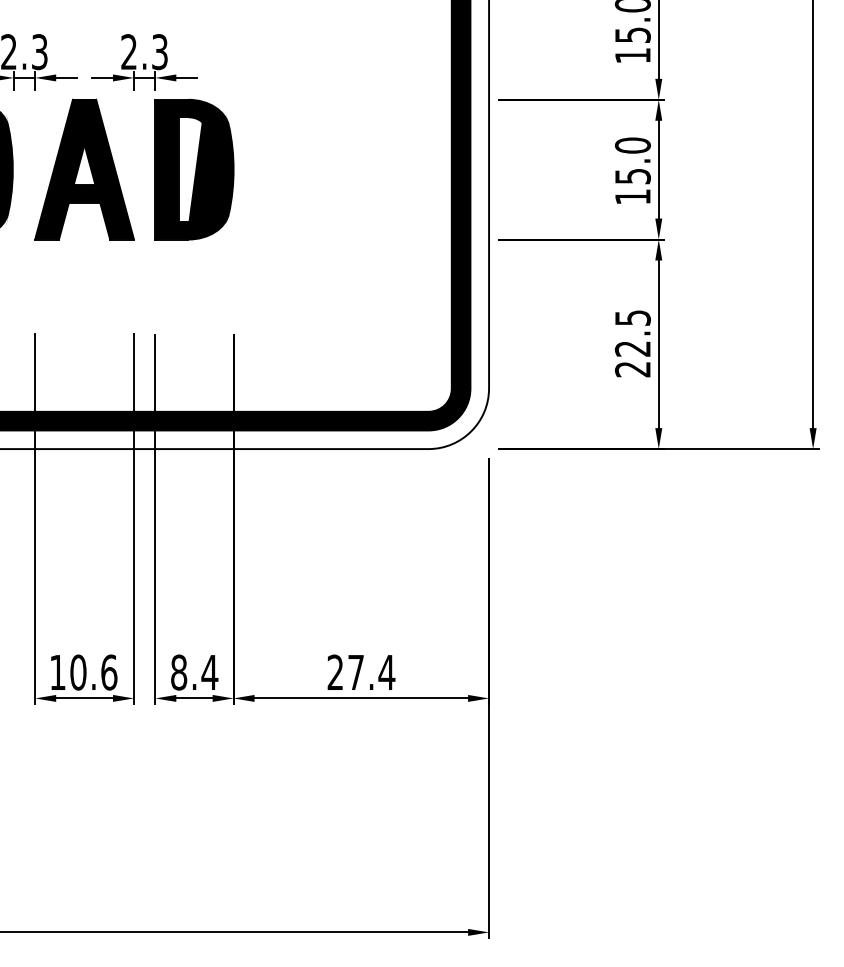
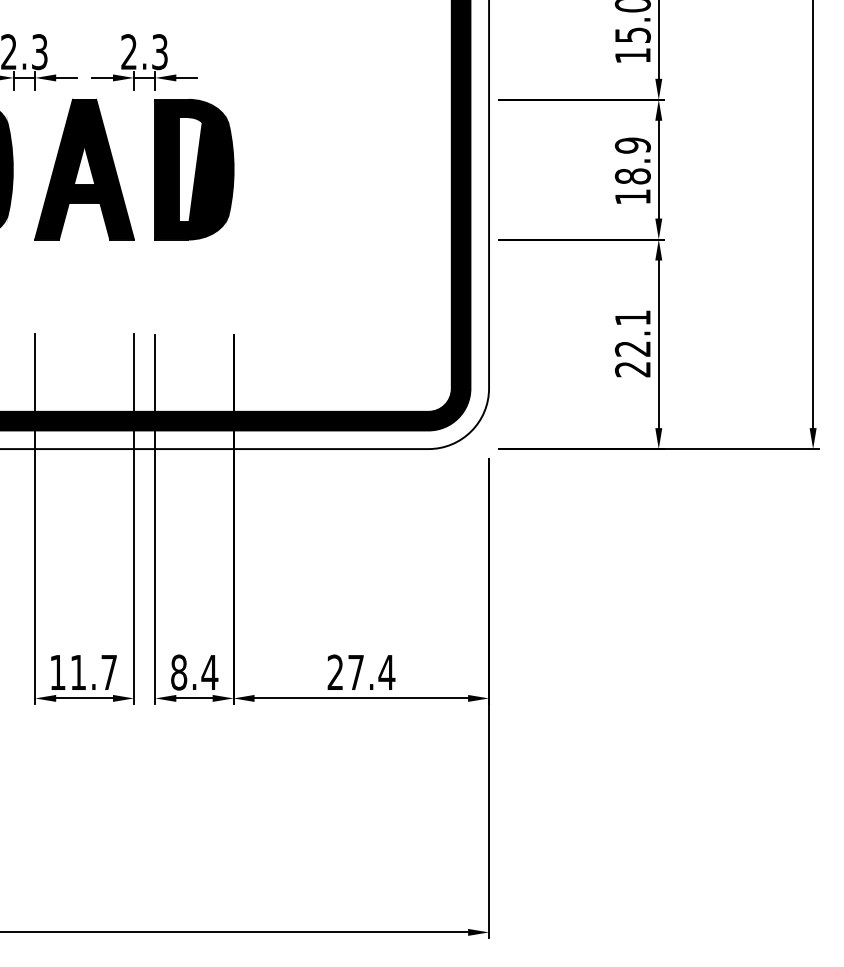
text at (632, 160): 15.0 -> 18.9
text at (632, 317): 22.5 -> 22.1
text at (93, 672): 10.6 -> 11.7
